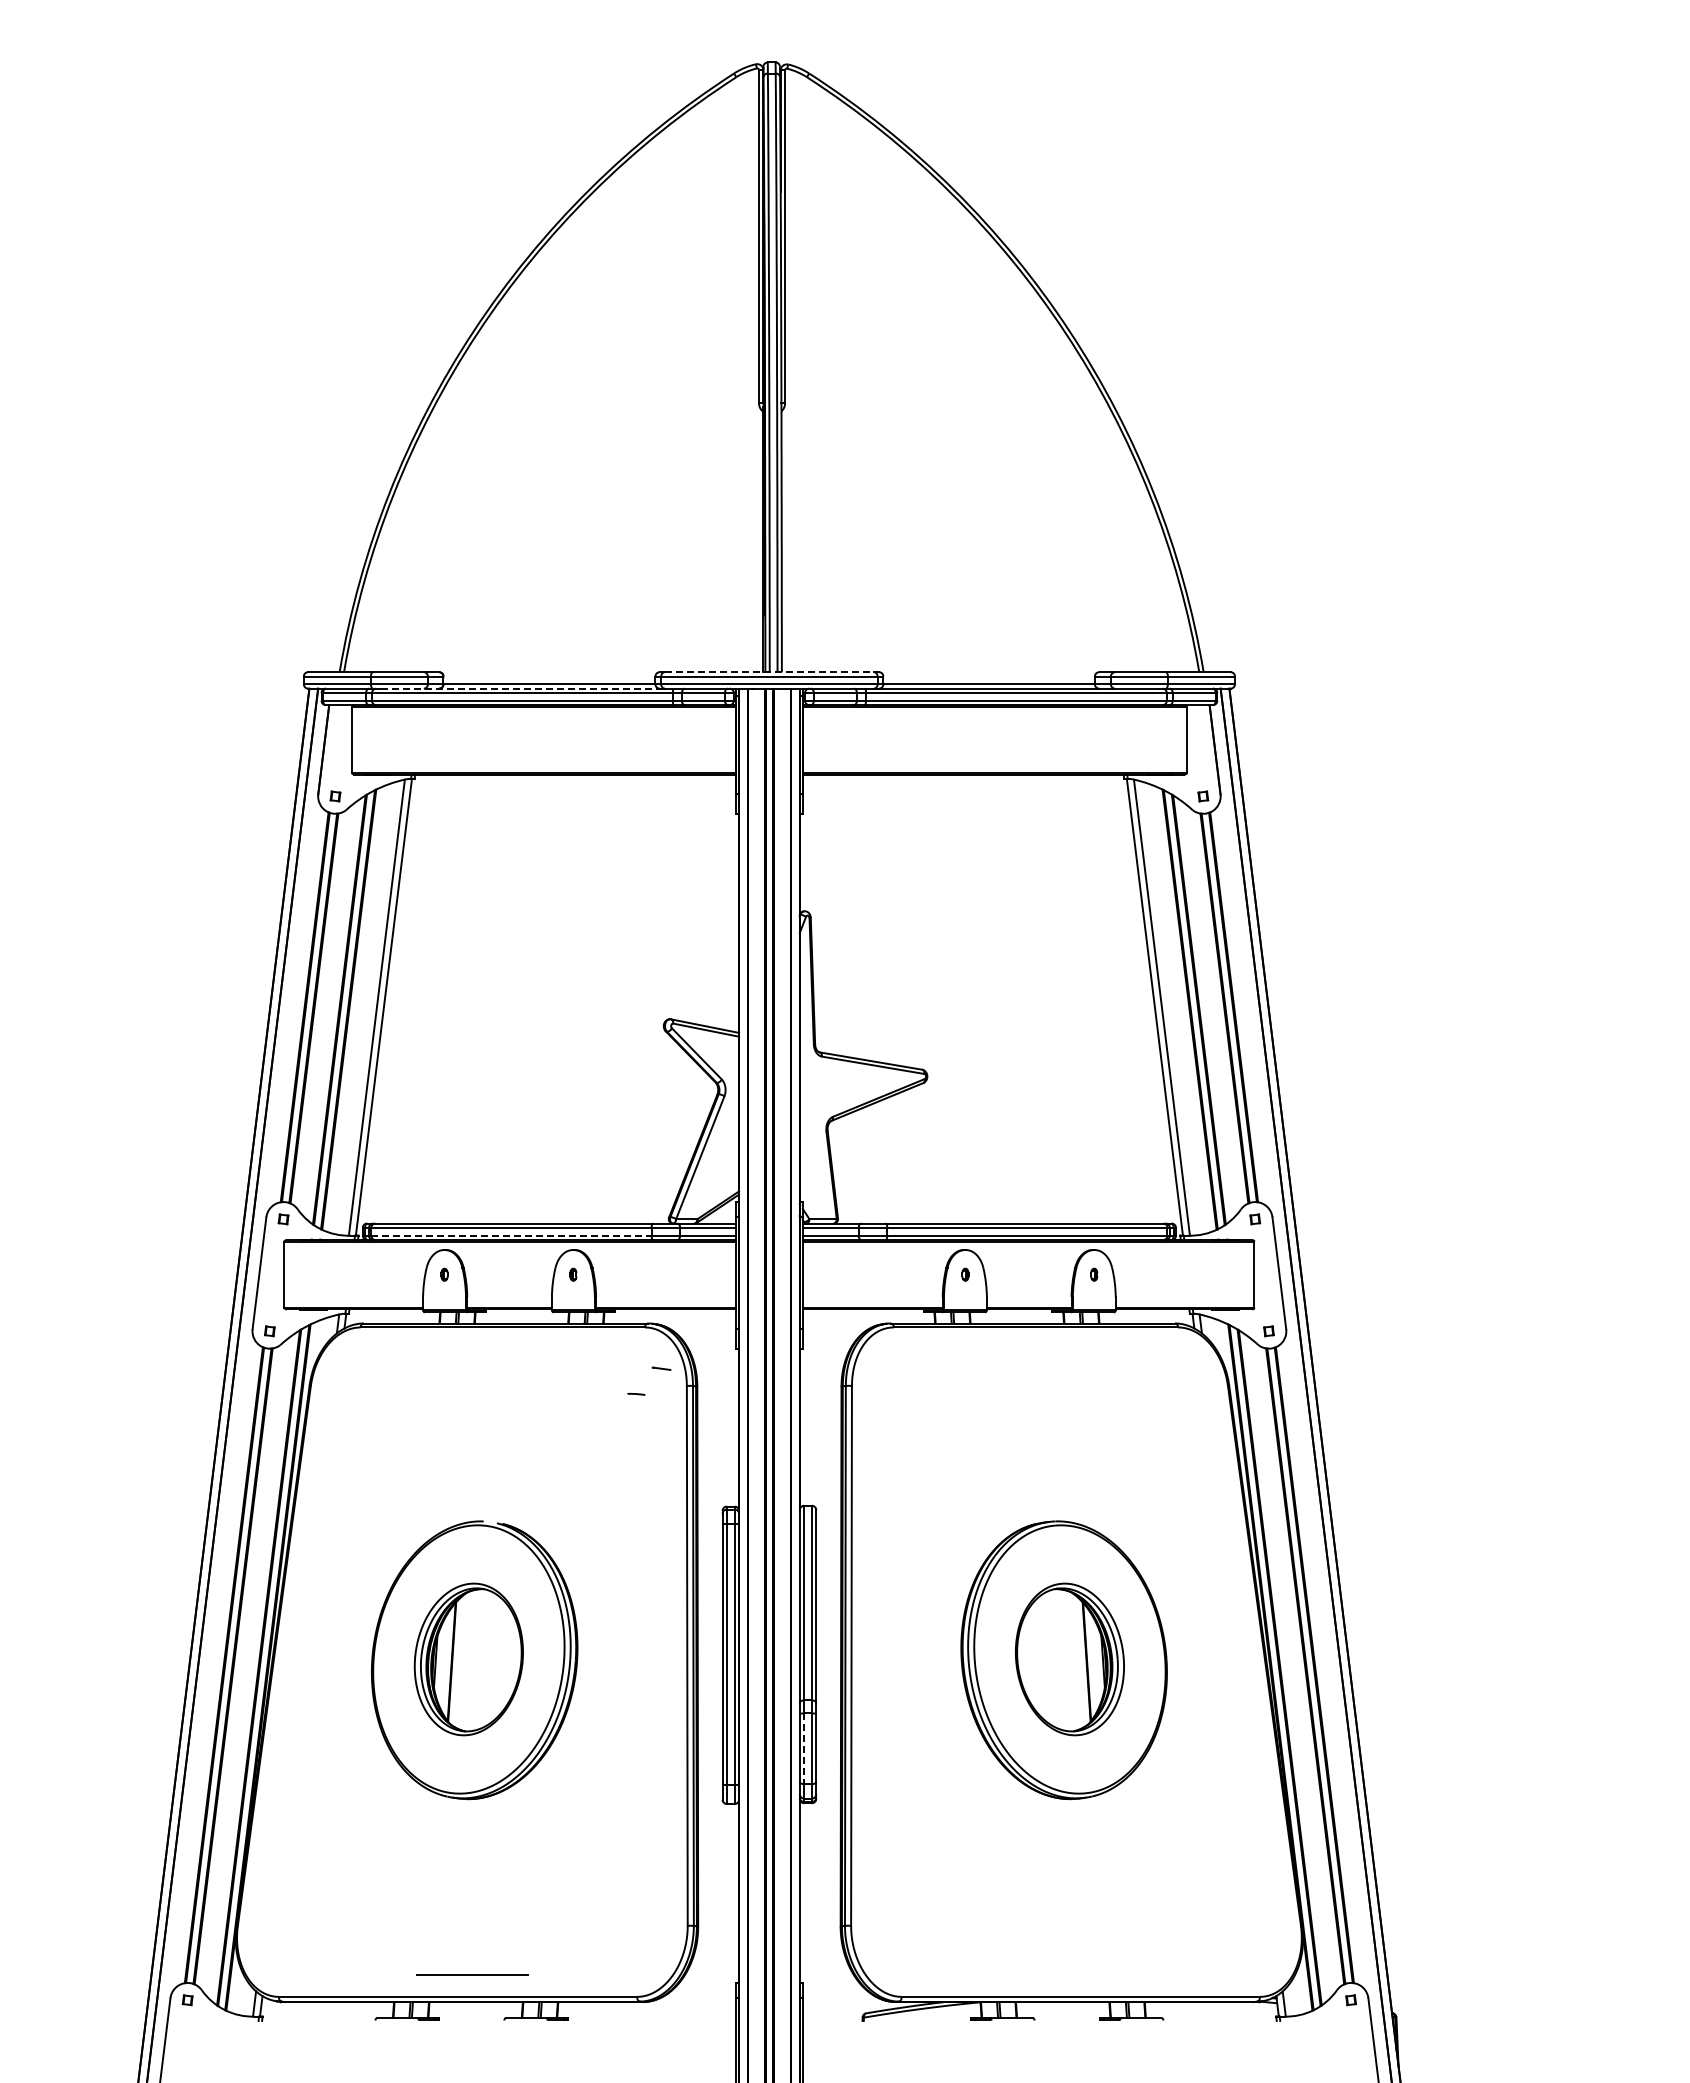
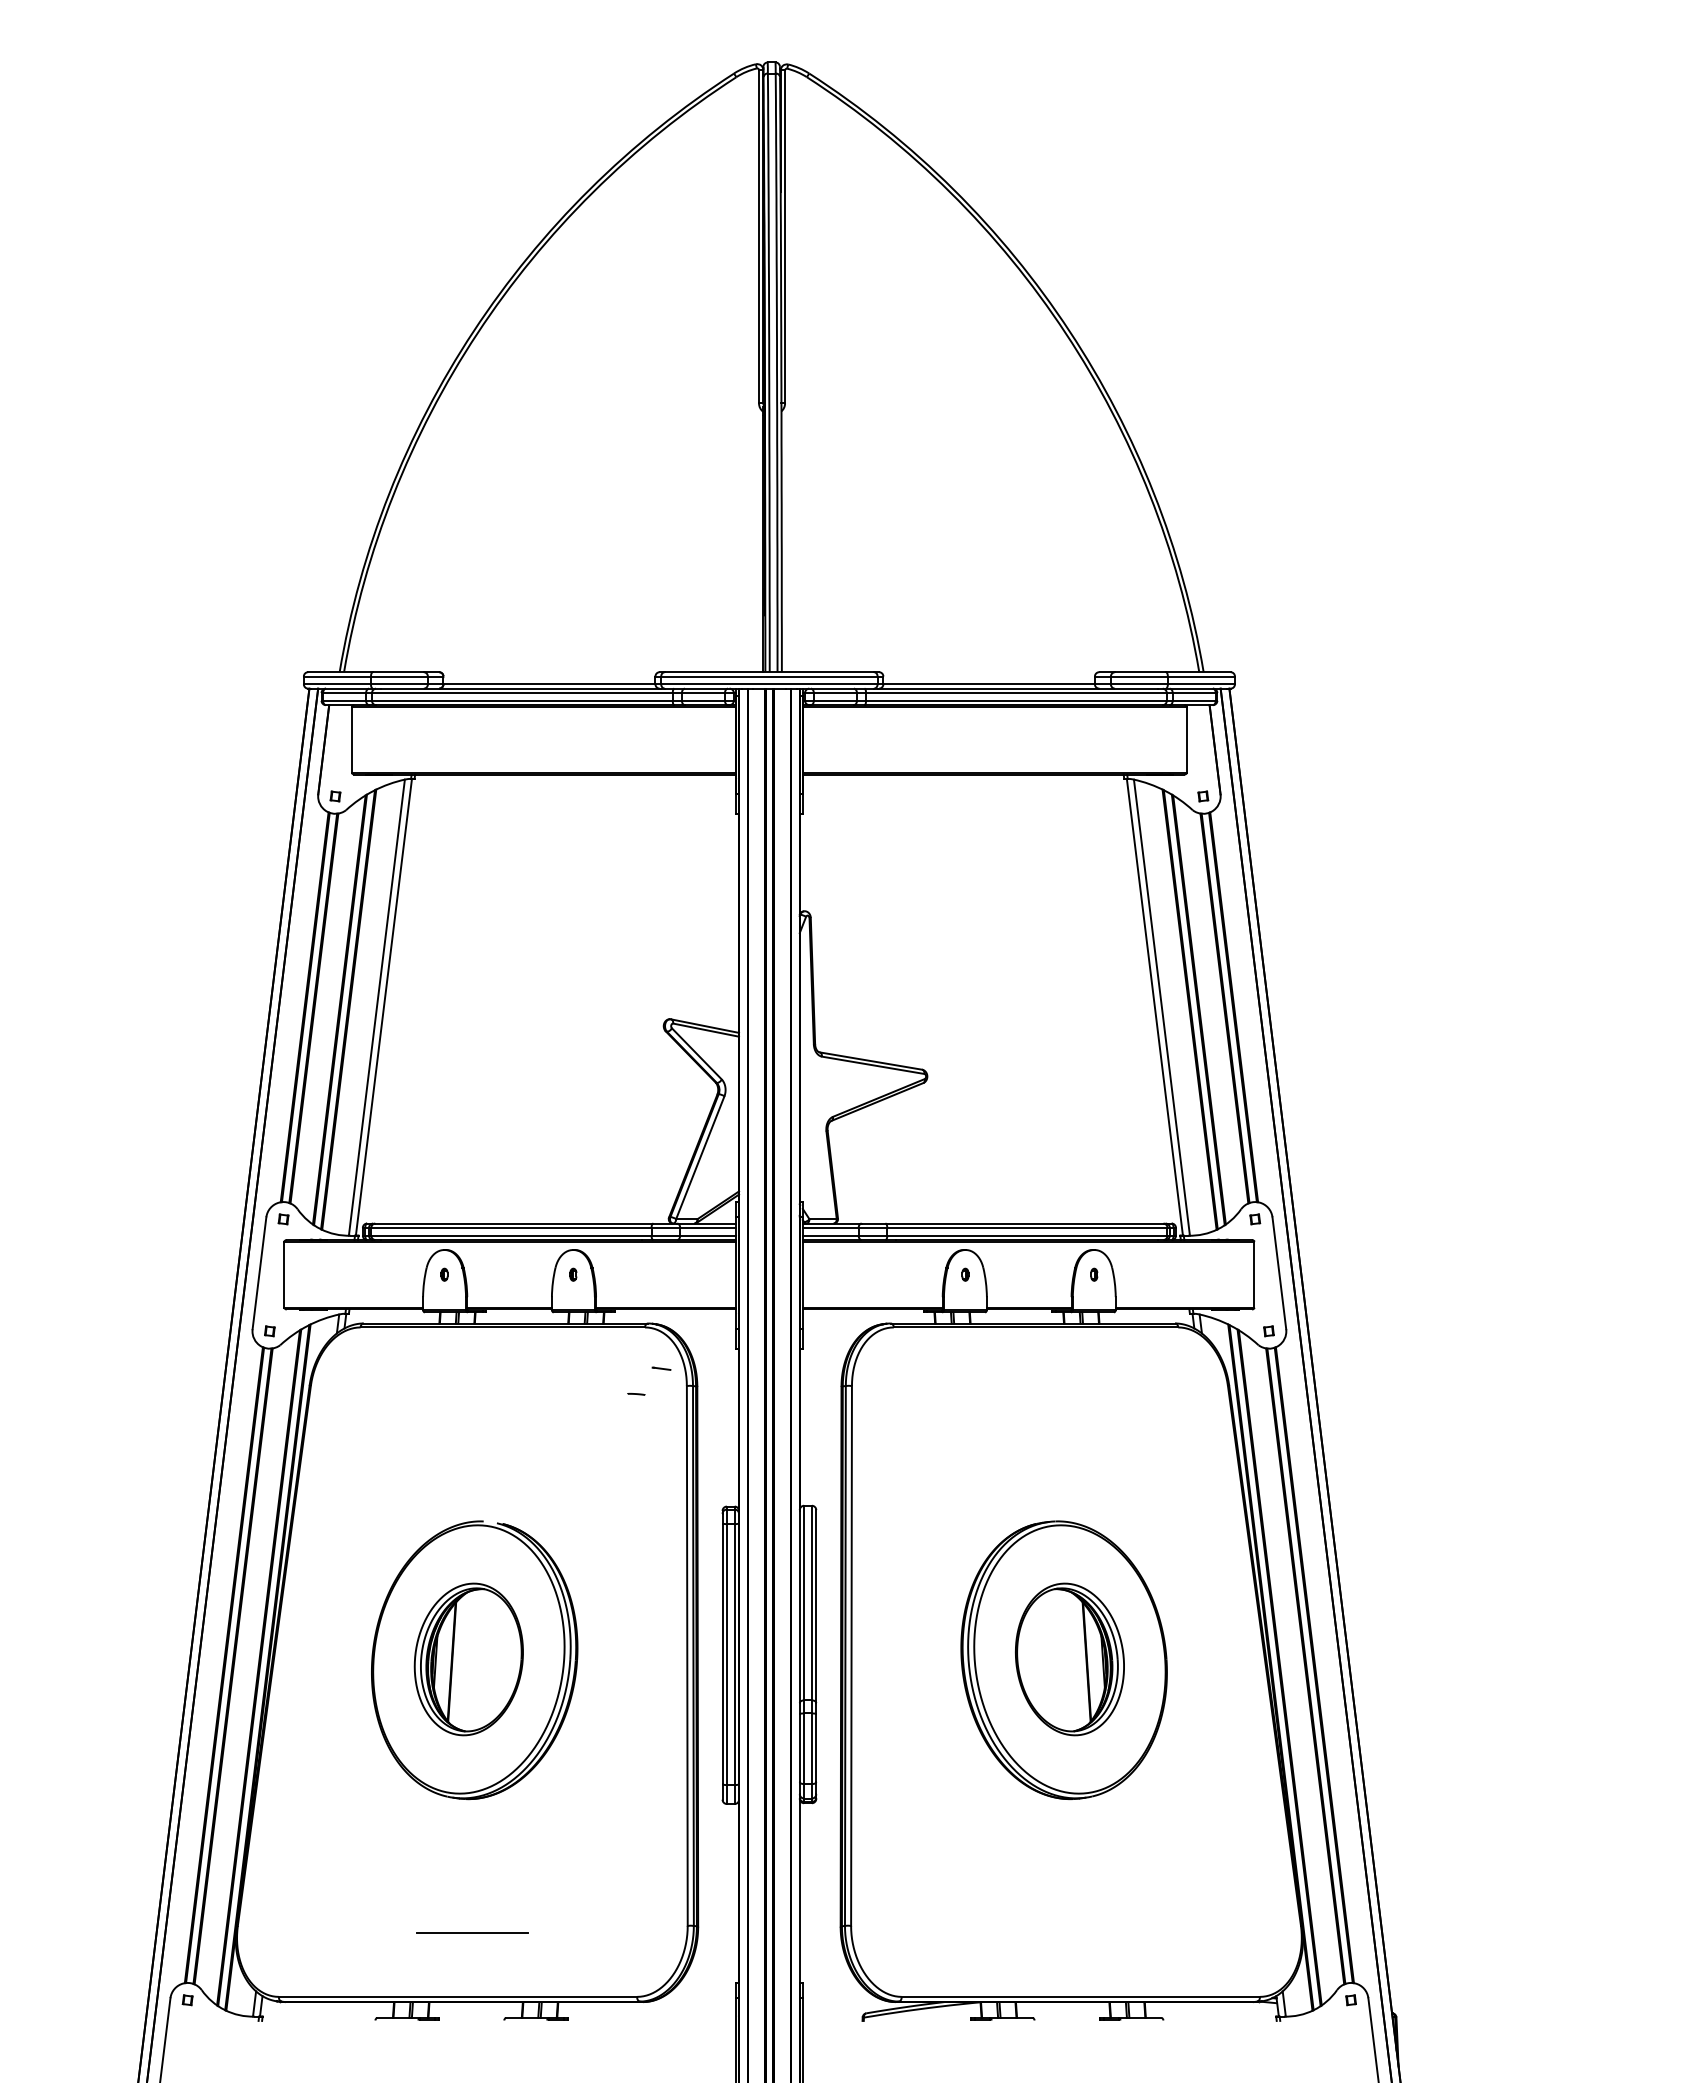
line at (769, 672): dashed -> solid
line at (521, 688): dashed -> solid
line at (511, 1235): dashed -> solid
line at (804, 1749): dashed -> solid
line at (472, 1974) position: (472, 1974) -> (472, 1932)
